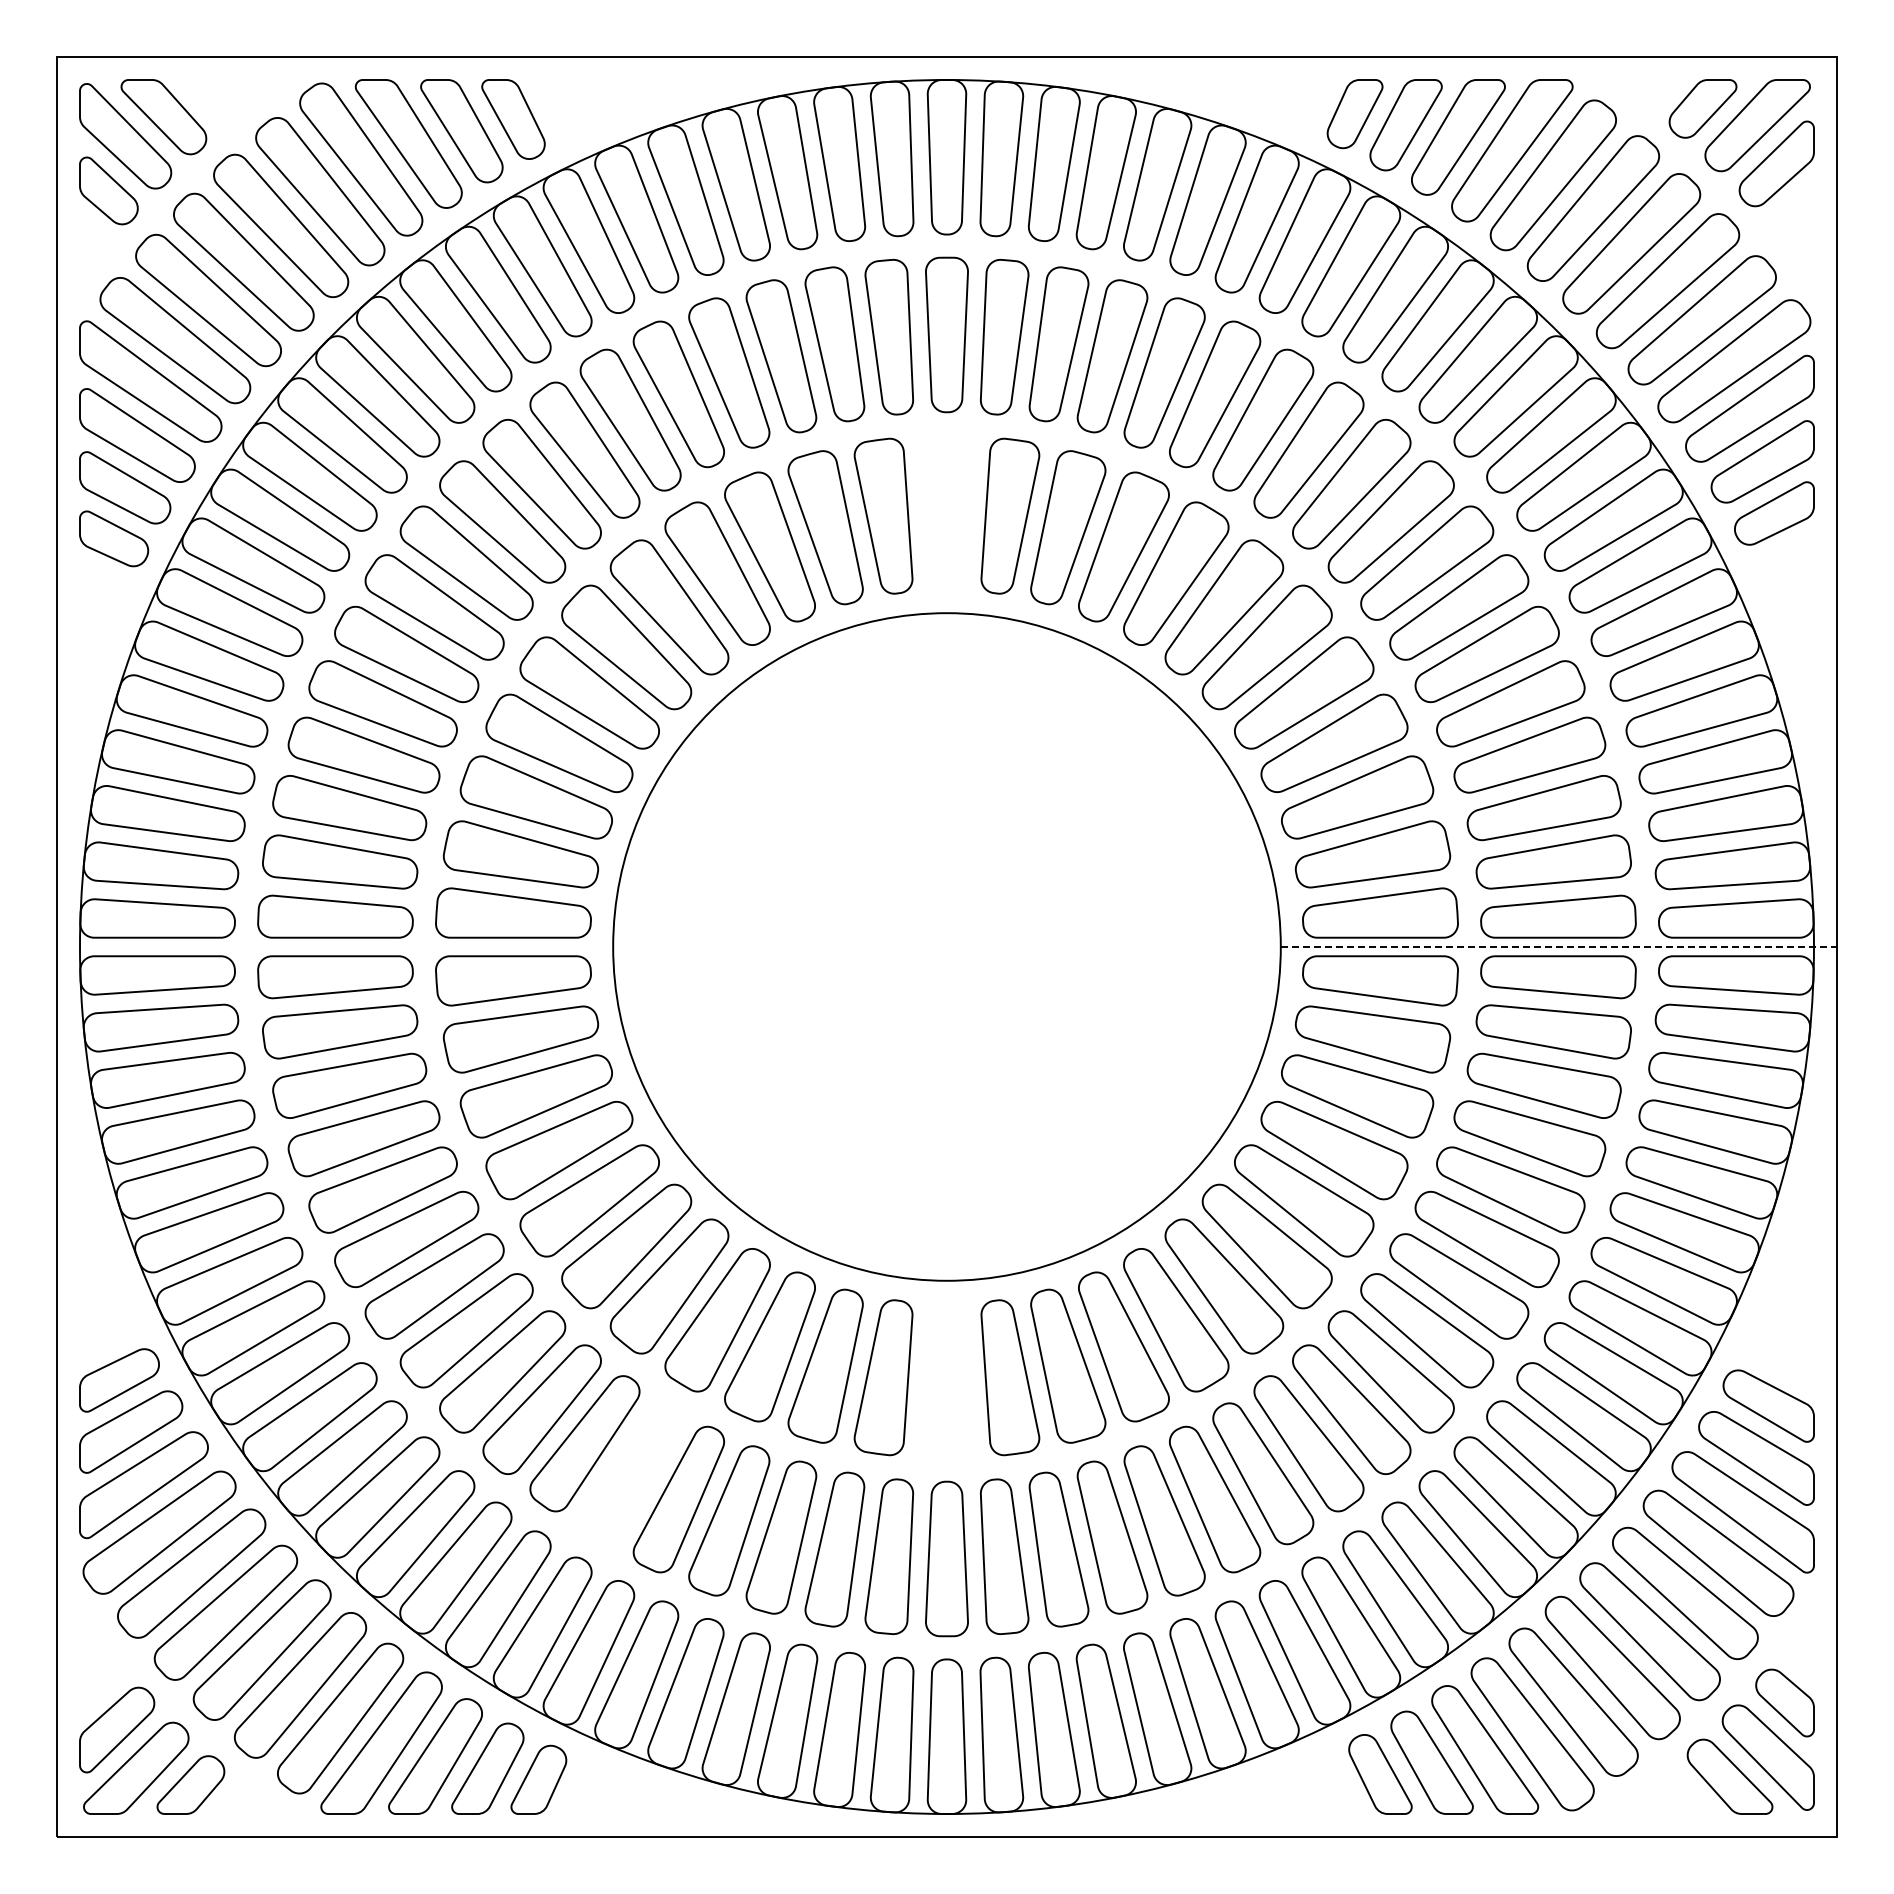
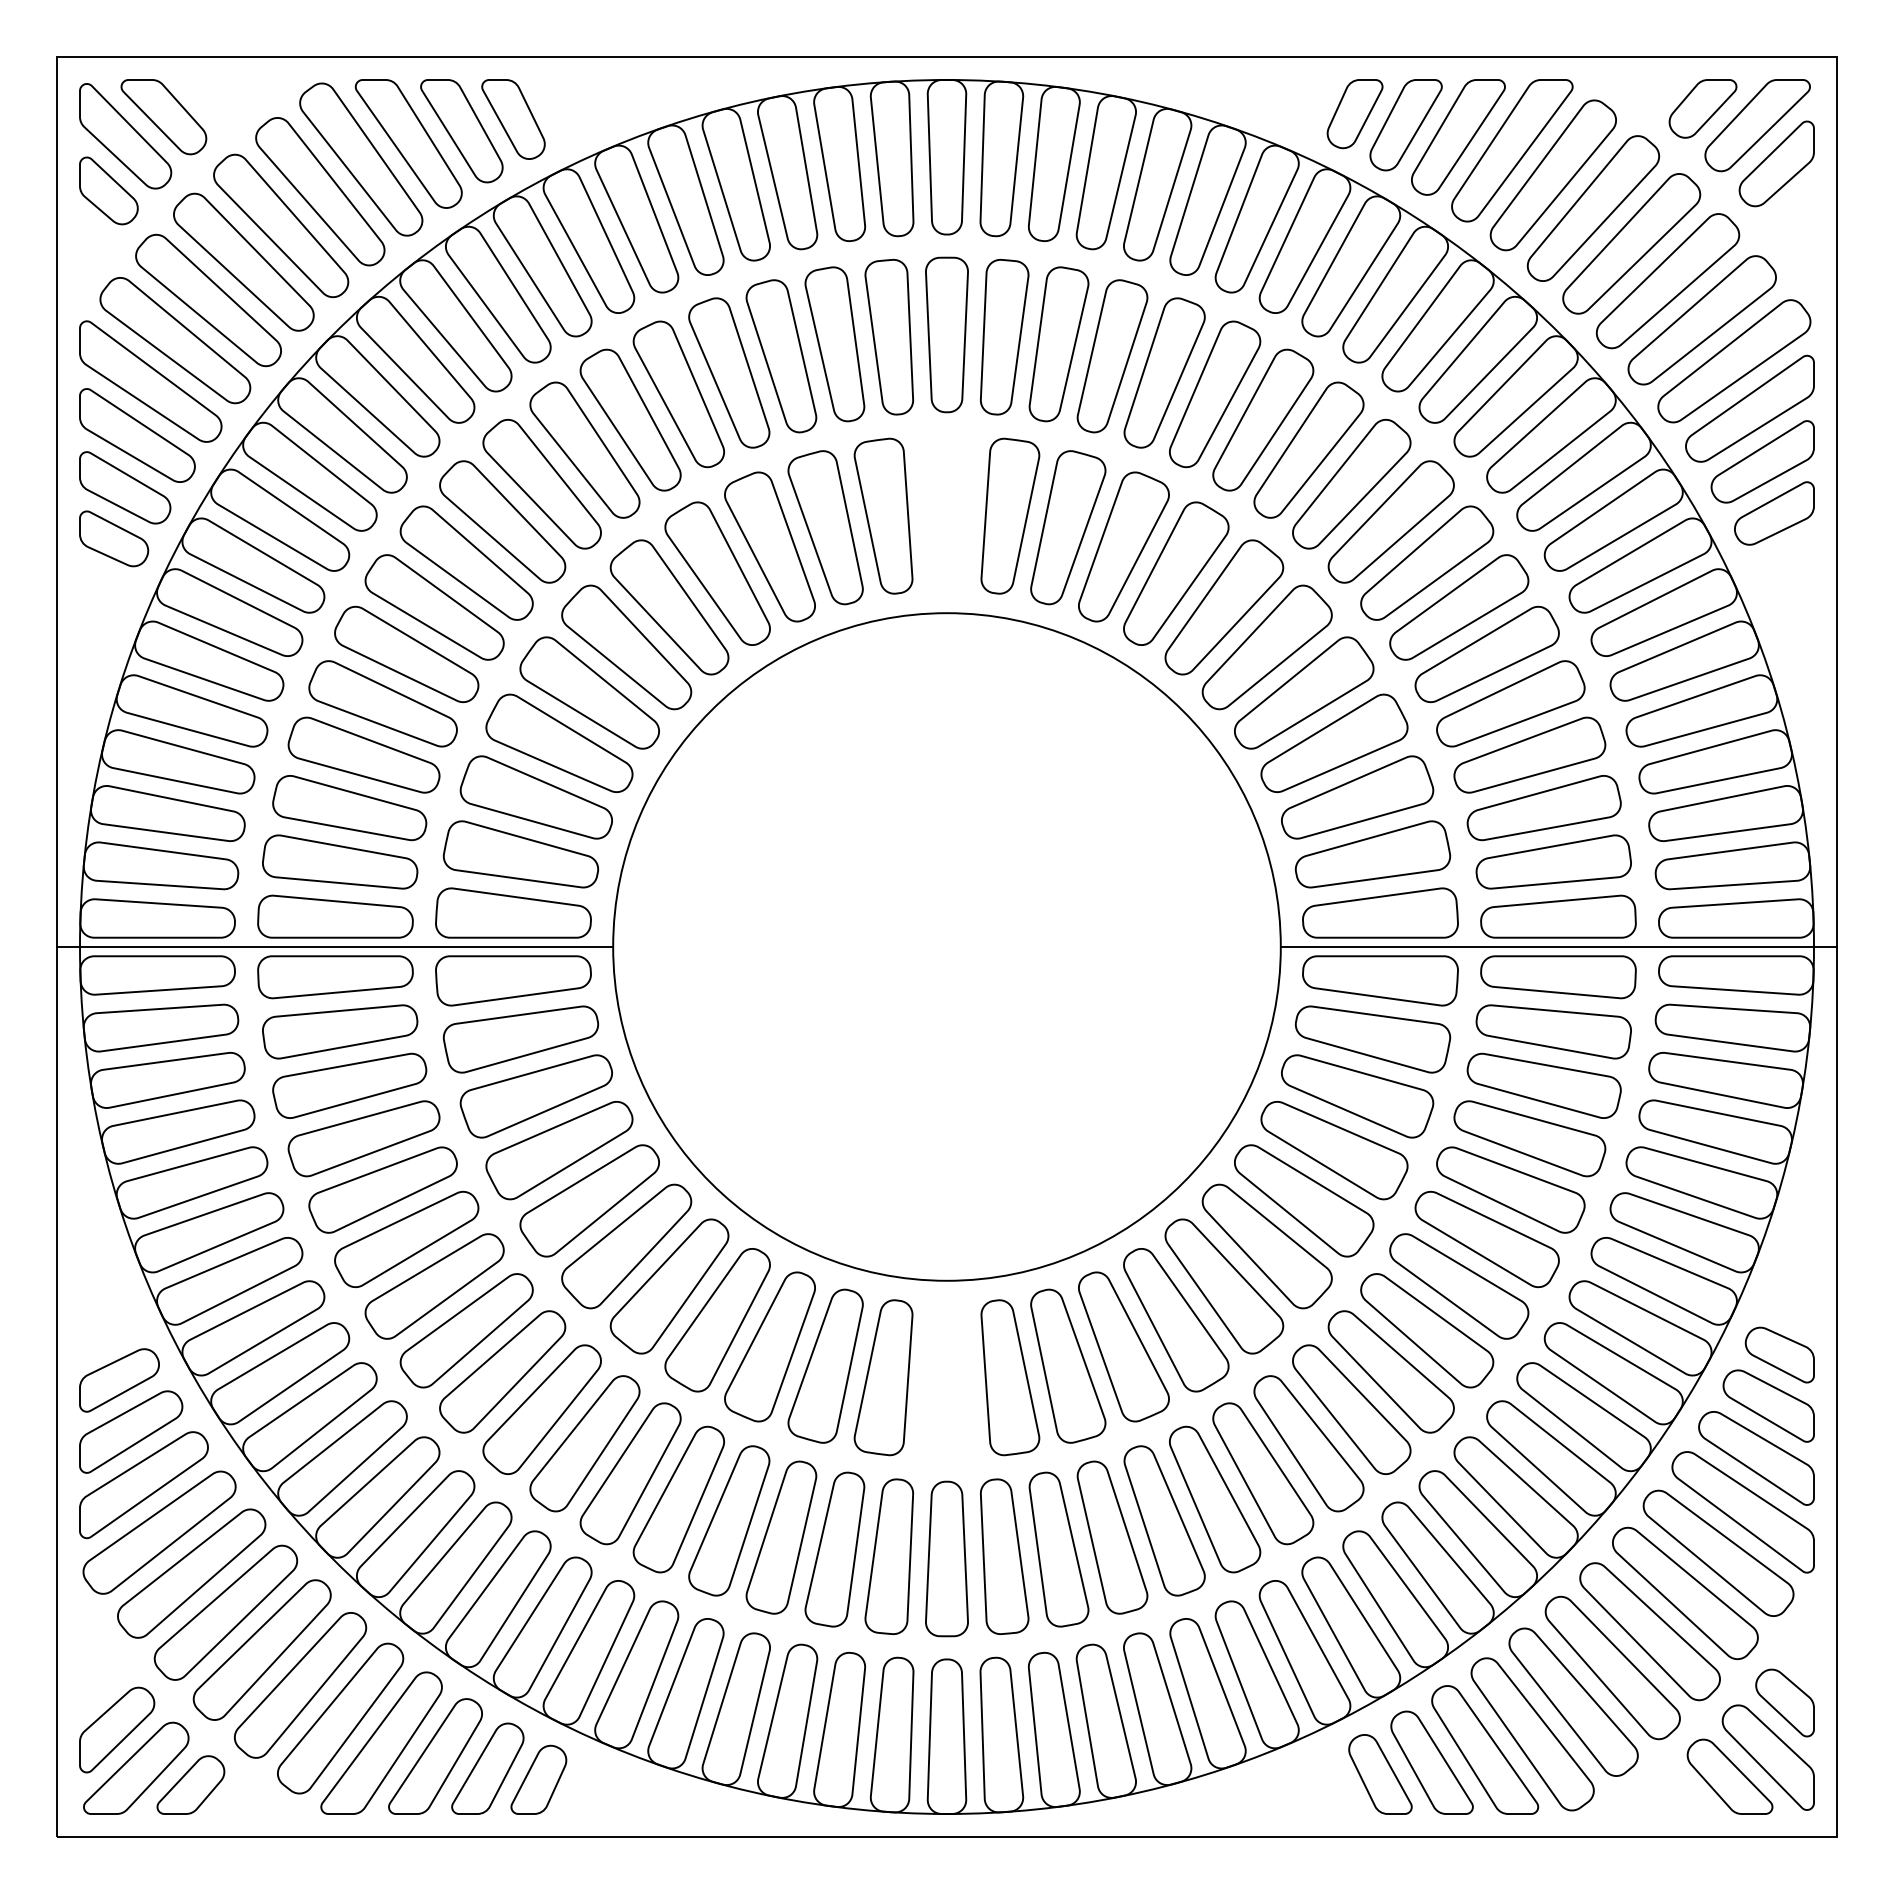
line at (334, 946): none -> present
line at (1559, 946): dashed -> solid
part at (1779, 1354): none -> present
part at (630, 1473): none -> present
